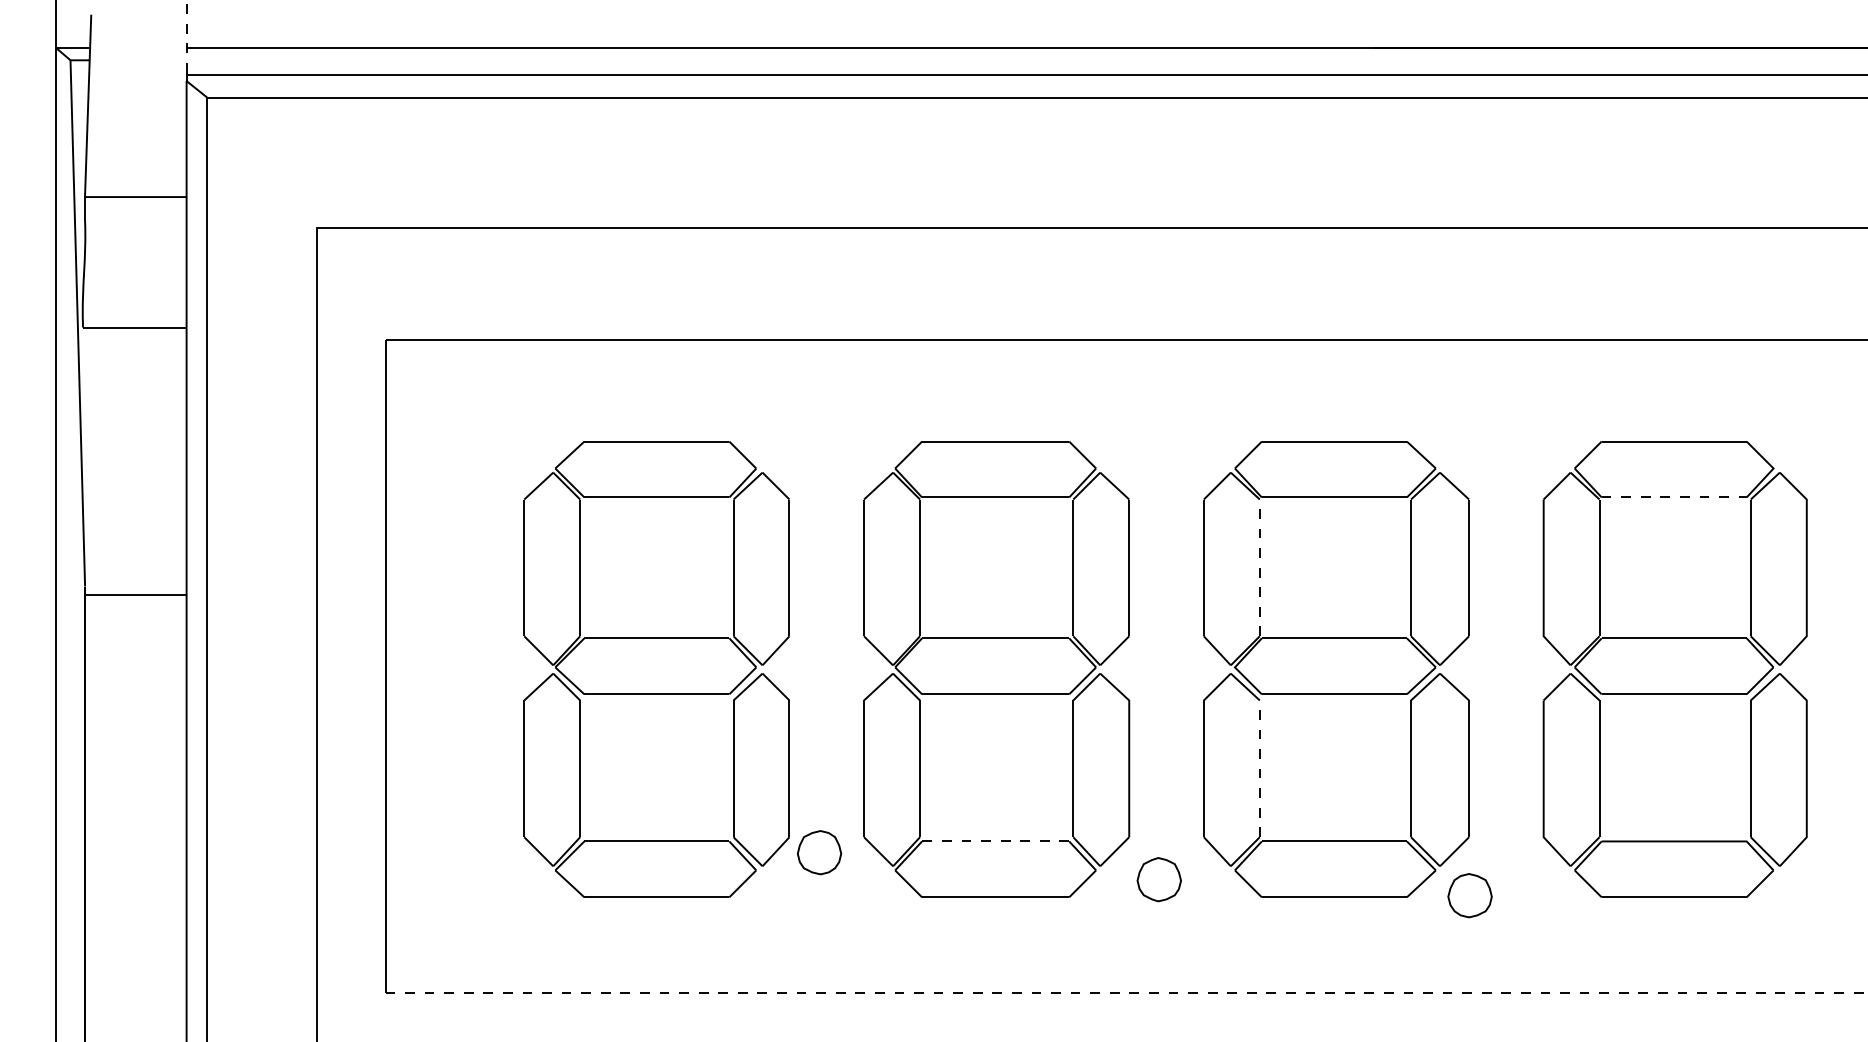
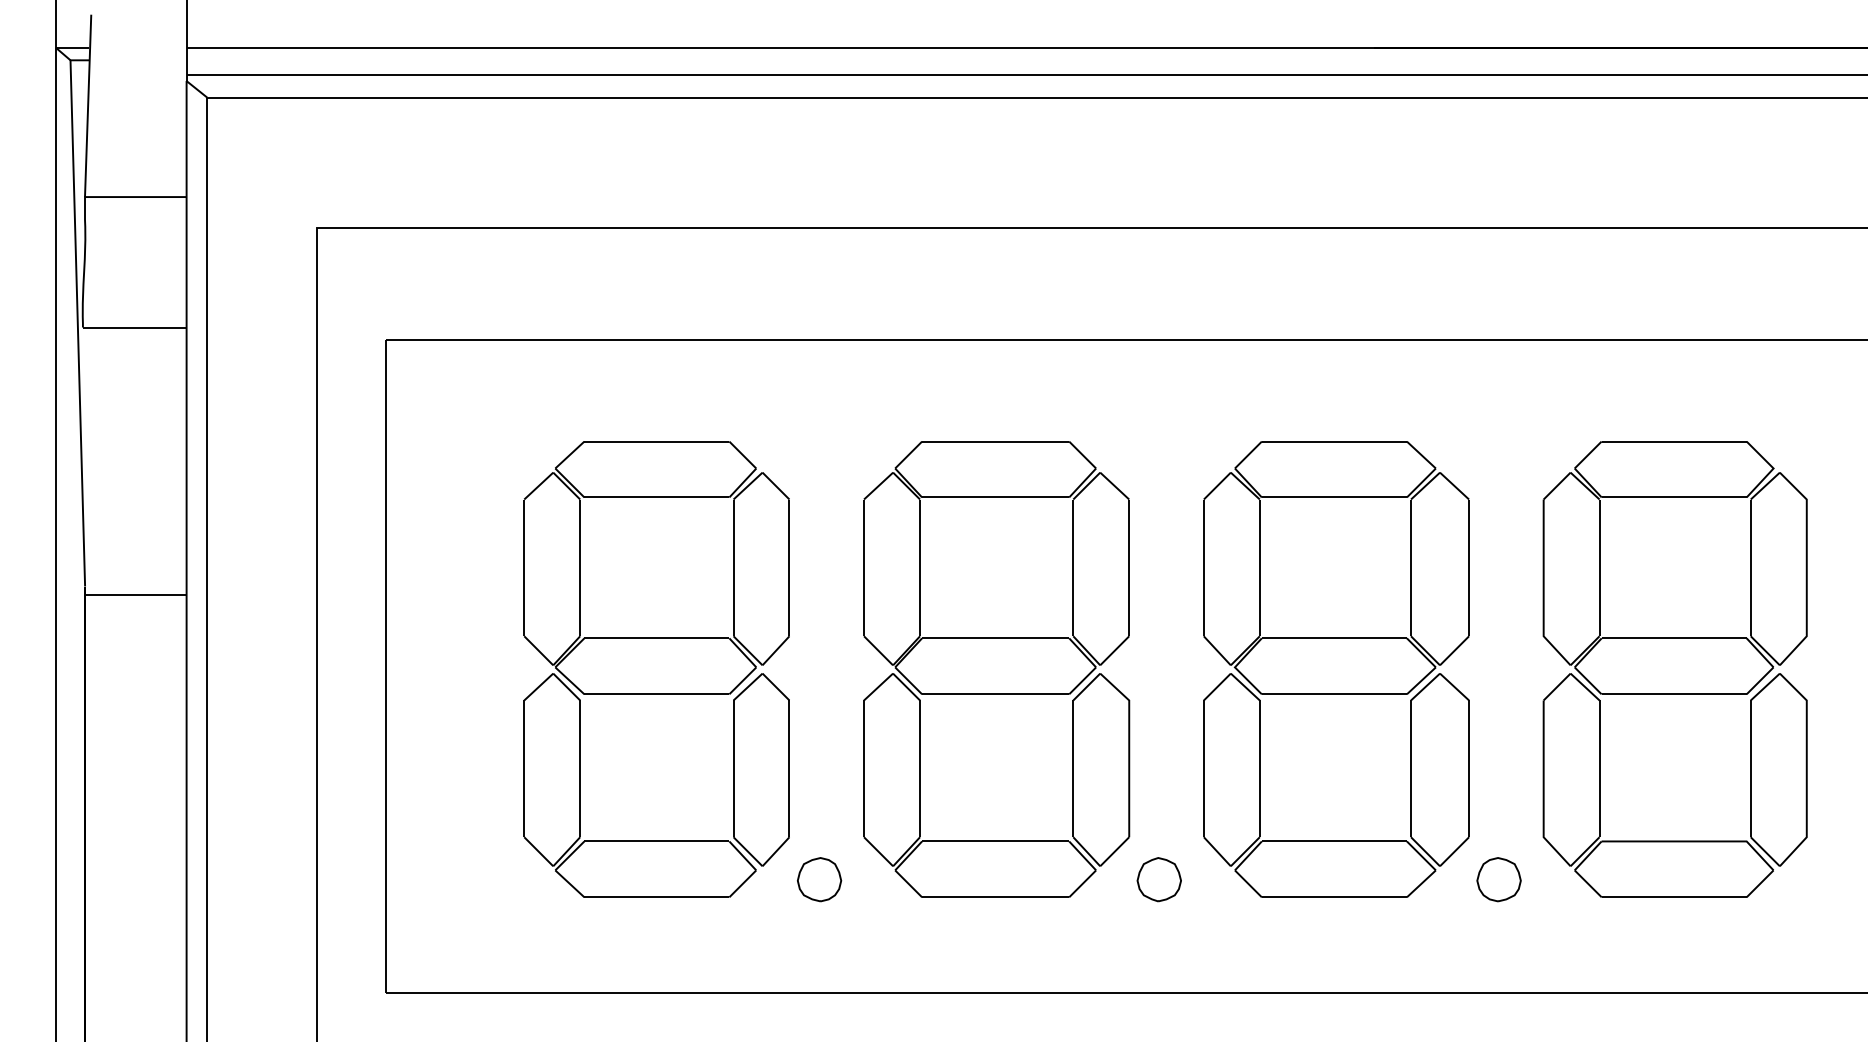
line at (186, 36): dashed -> solid
line at (1674, 497): dashed -> solid
line at (1259, 567): dashed -> solid
line at (1259, 768): dashed -> solid
line at (995, 841): dashed -> solid
part at (819, 852) position: (819, 852) -> (819, 879)
part at (1469, 895) position: (1469, 895) -> (1498, 879)
line at (1126, 992): dashed -> solid
